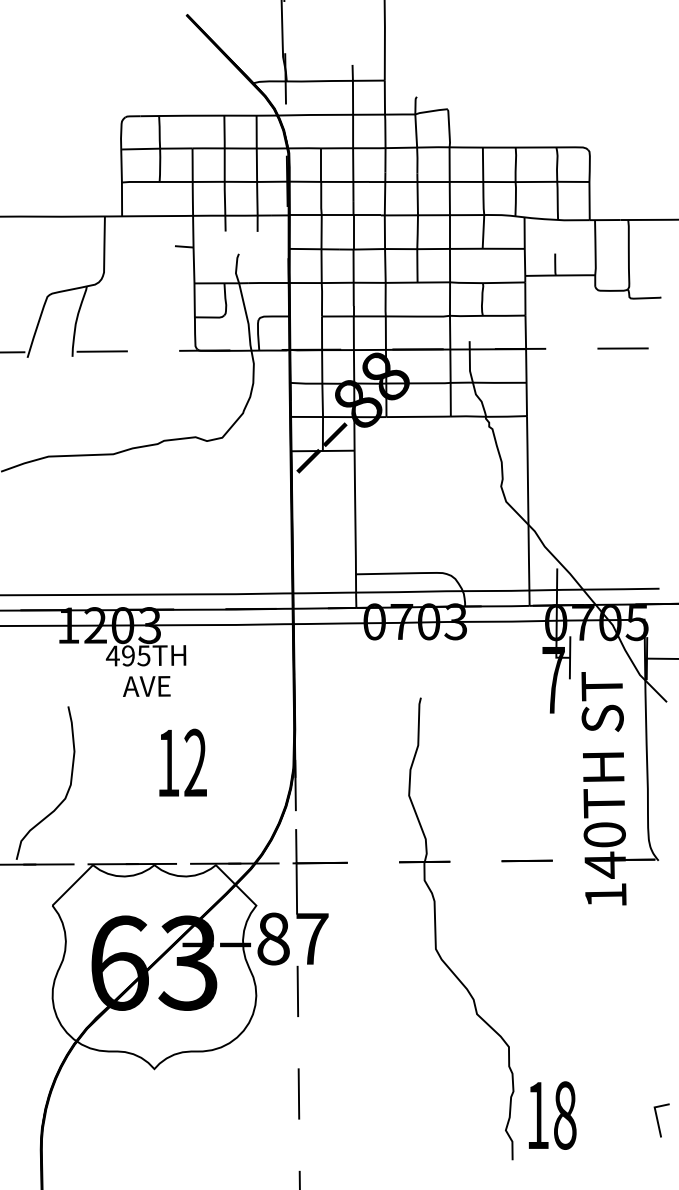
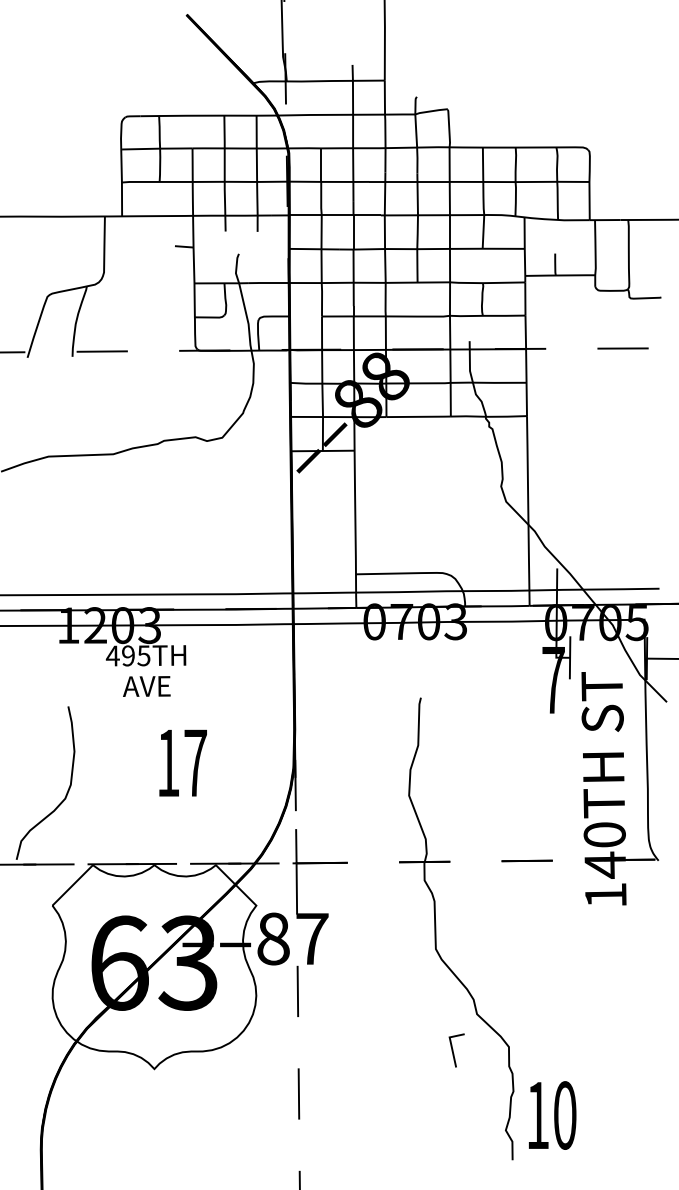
text at (195, 762): 12 -> 17
text at (565, 1115): 18 -> 10
line at (658, 1120) position: (658, 1120) -> (453, 1050)
